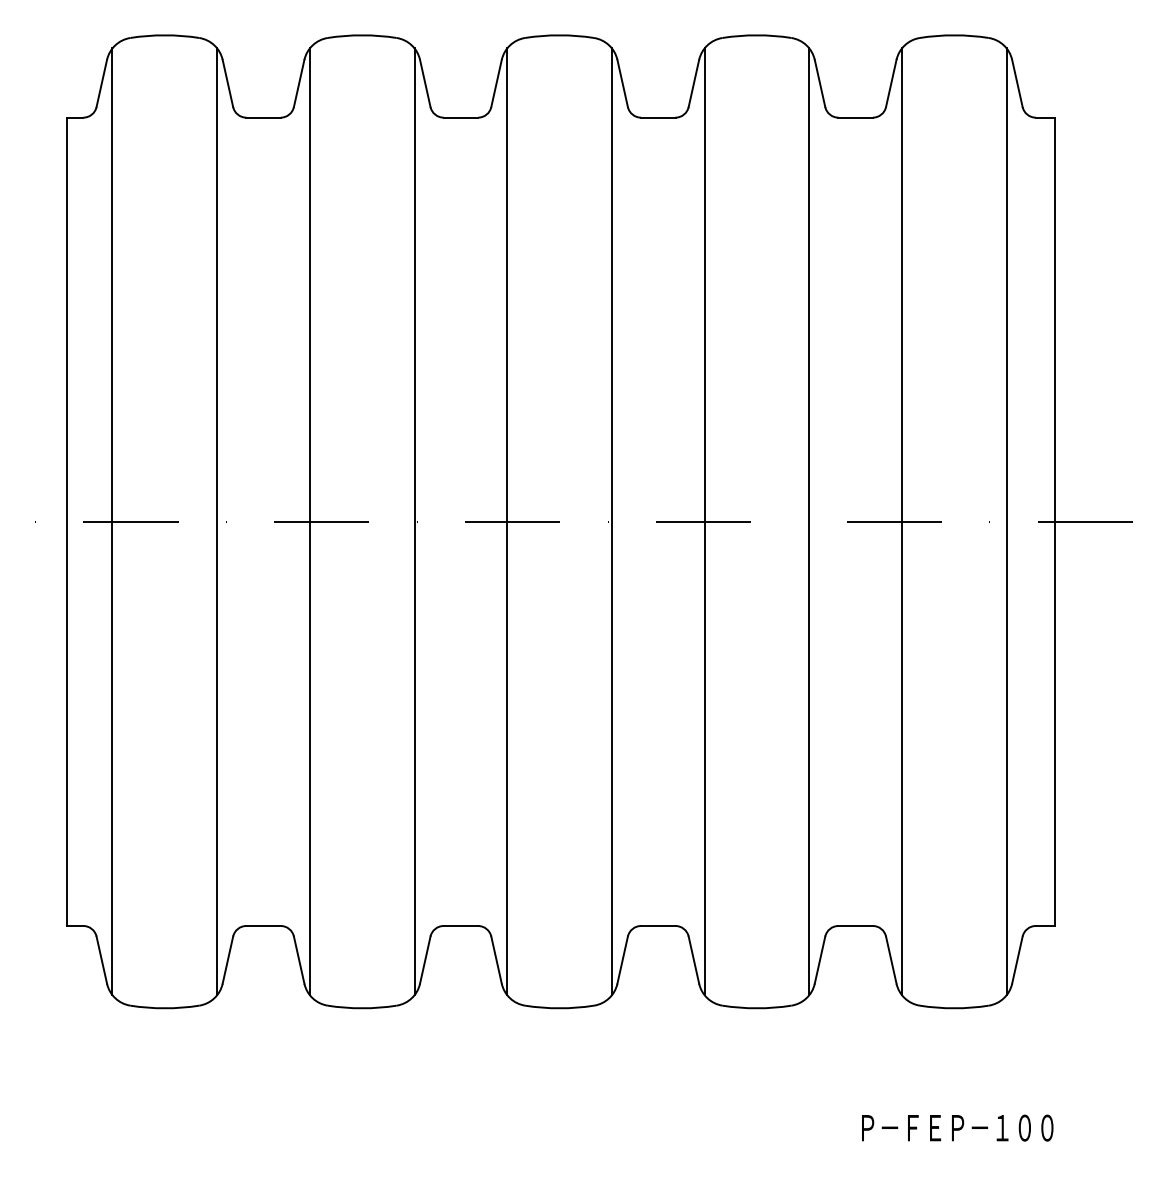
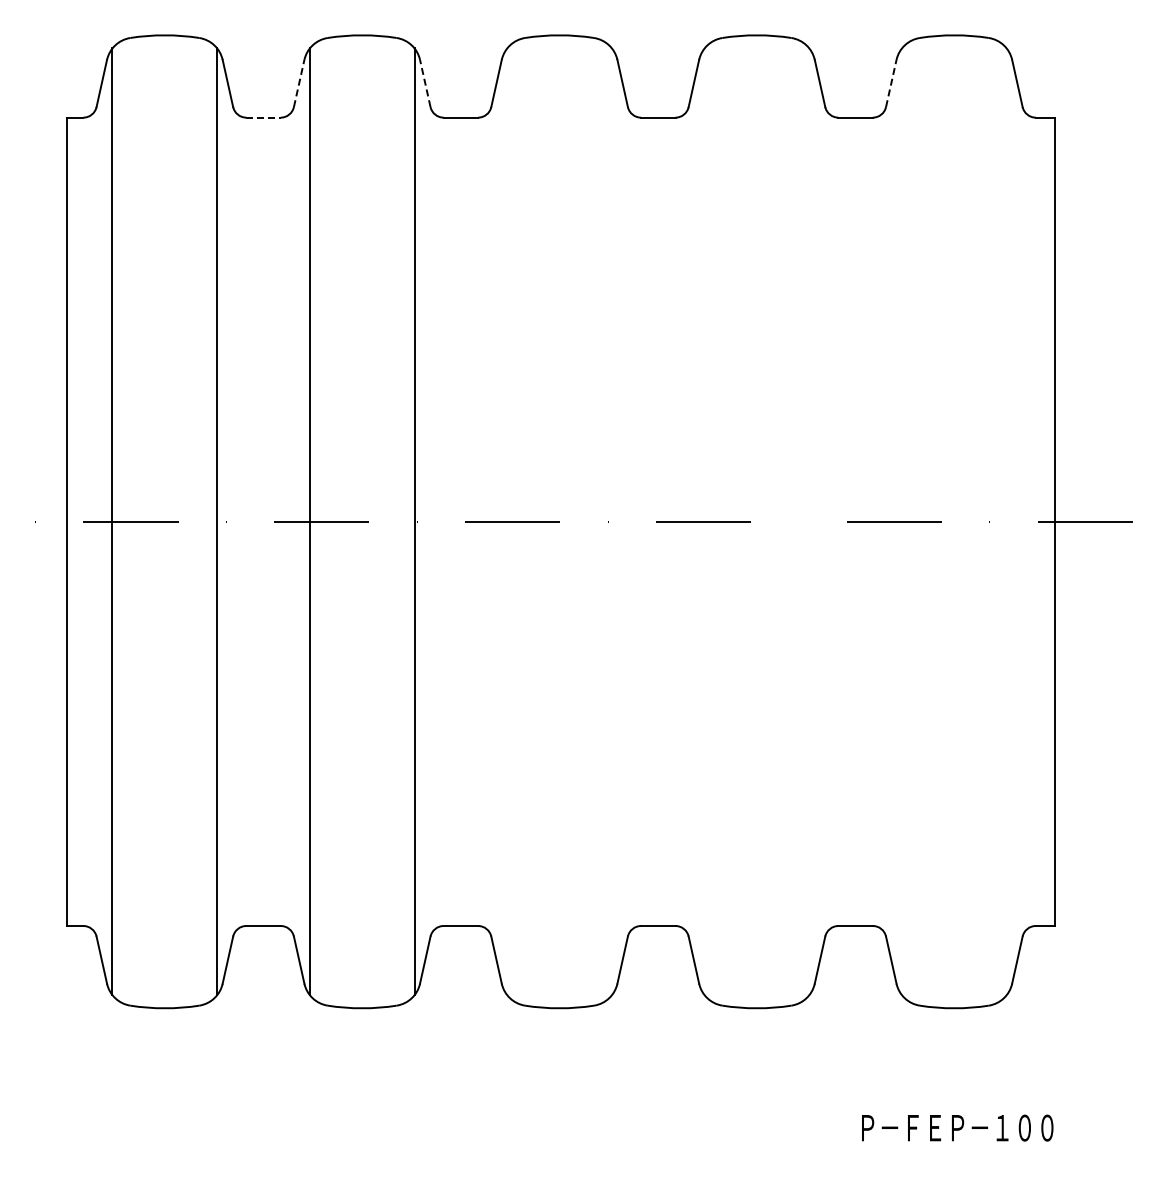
line at (299, 83): solid -> dashed
line at (425, 83): solid -> dashed
line at (891, 83): solid -> dashed
line at (264, 117): solid -> dashed
line at (507, 521): present -> none
line at (611, 521): present -> none
line at (704, 521): present -> none
line at (809, 521): present -> none
line at (901, 521): present -> none
line at (1006, 521): present -> none
